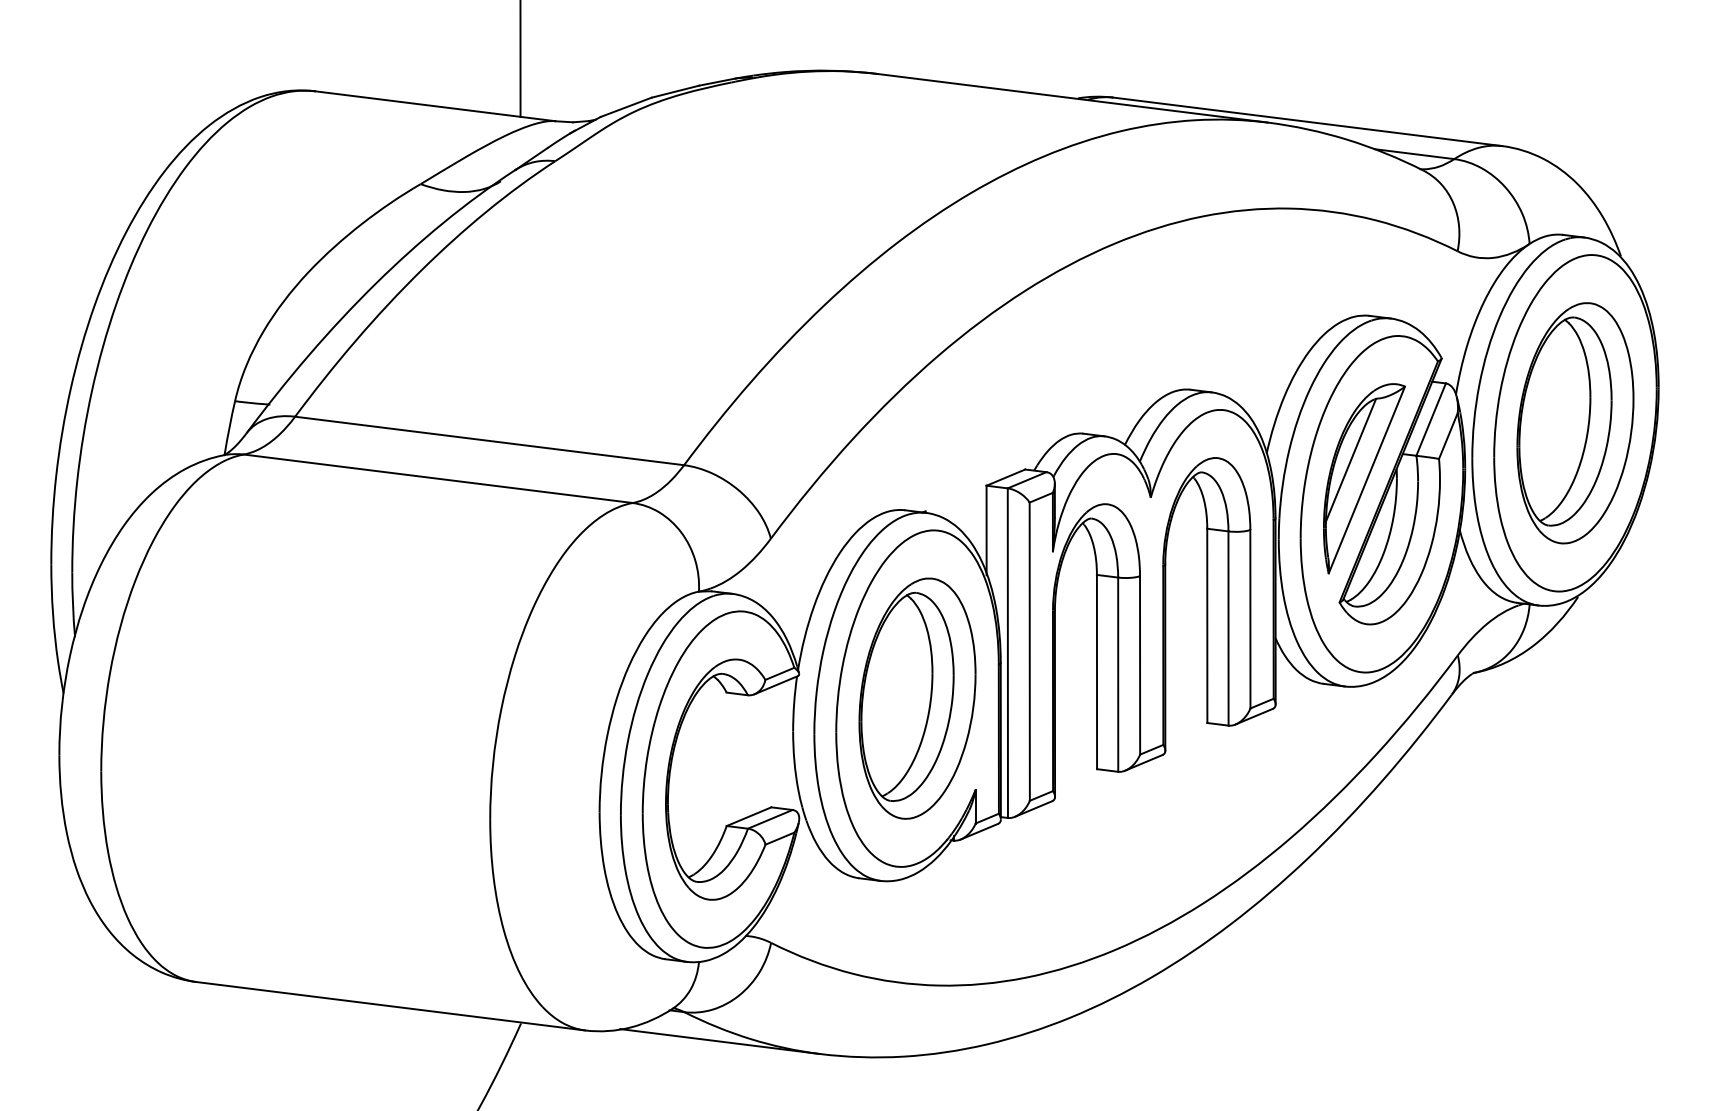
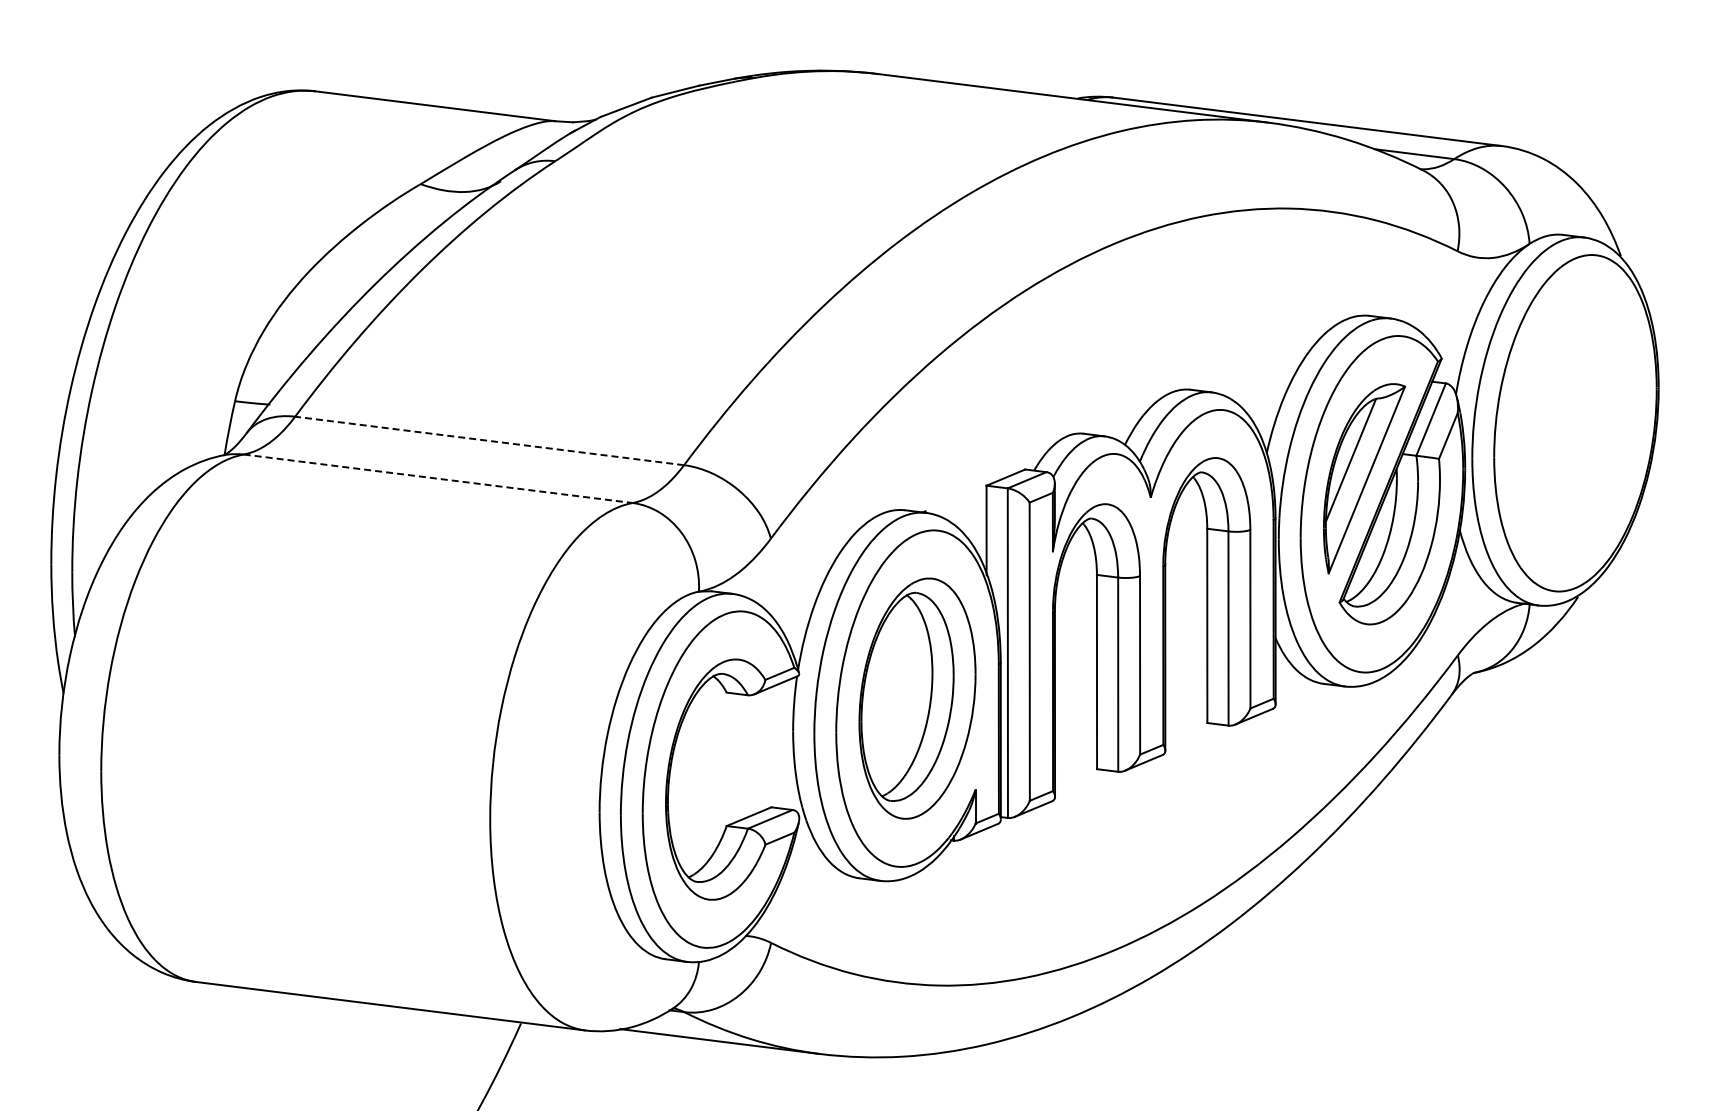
line at (520, 59): present -> none
part at (1575, 423): present -> none
line at (489, 440): solid -> dashed
line at (438, 478): solid -> dashed
